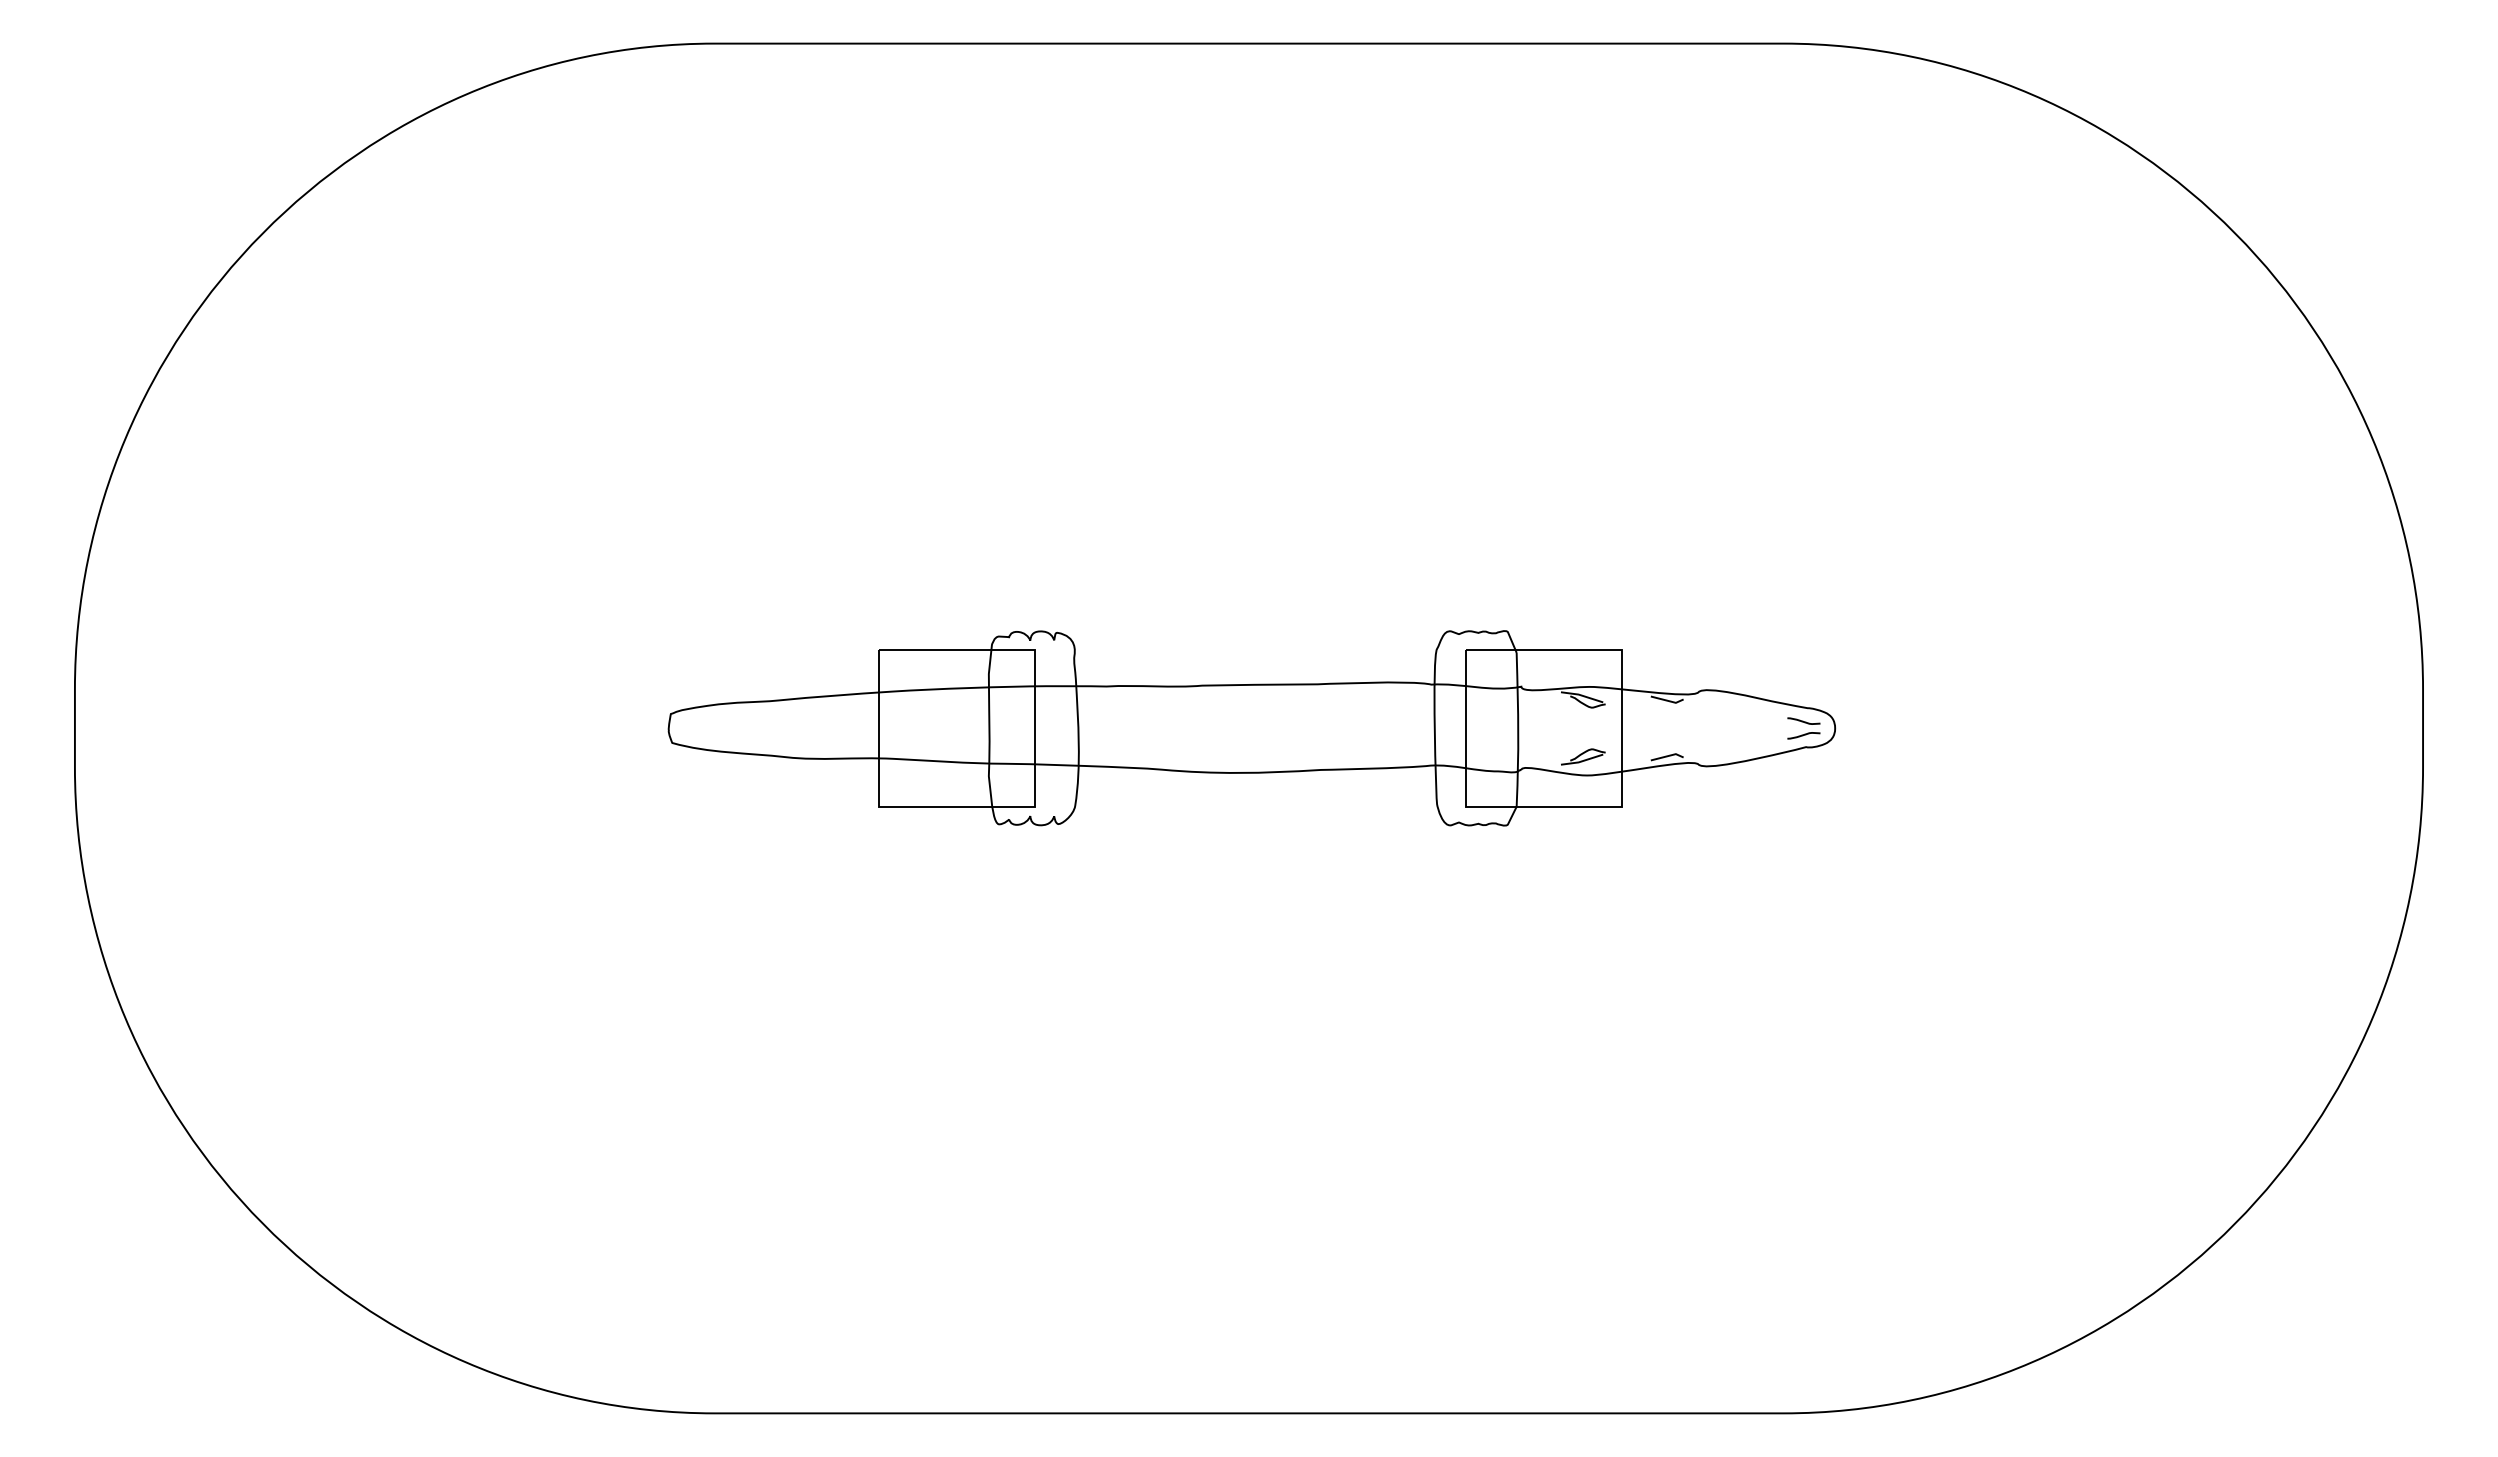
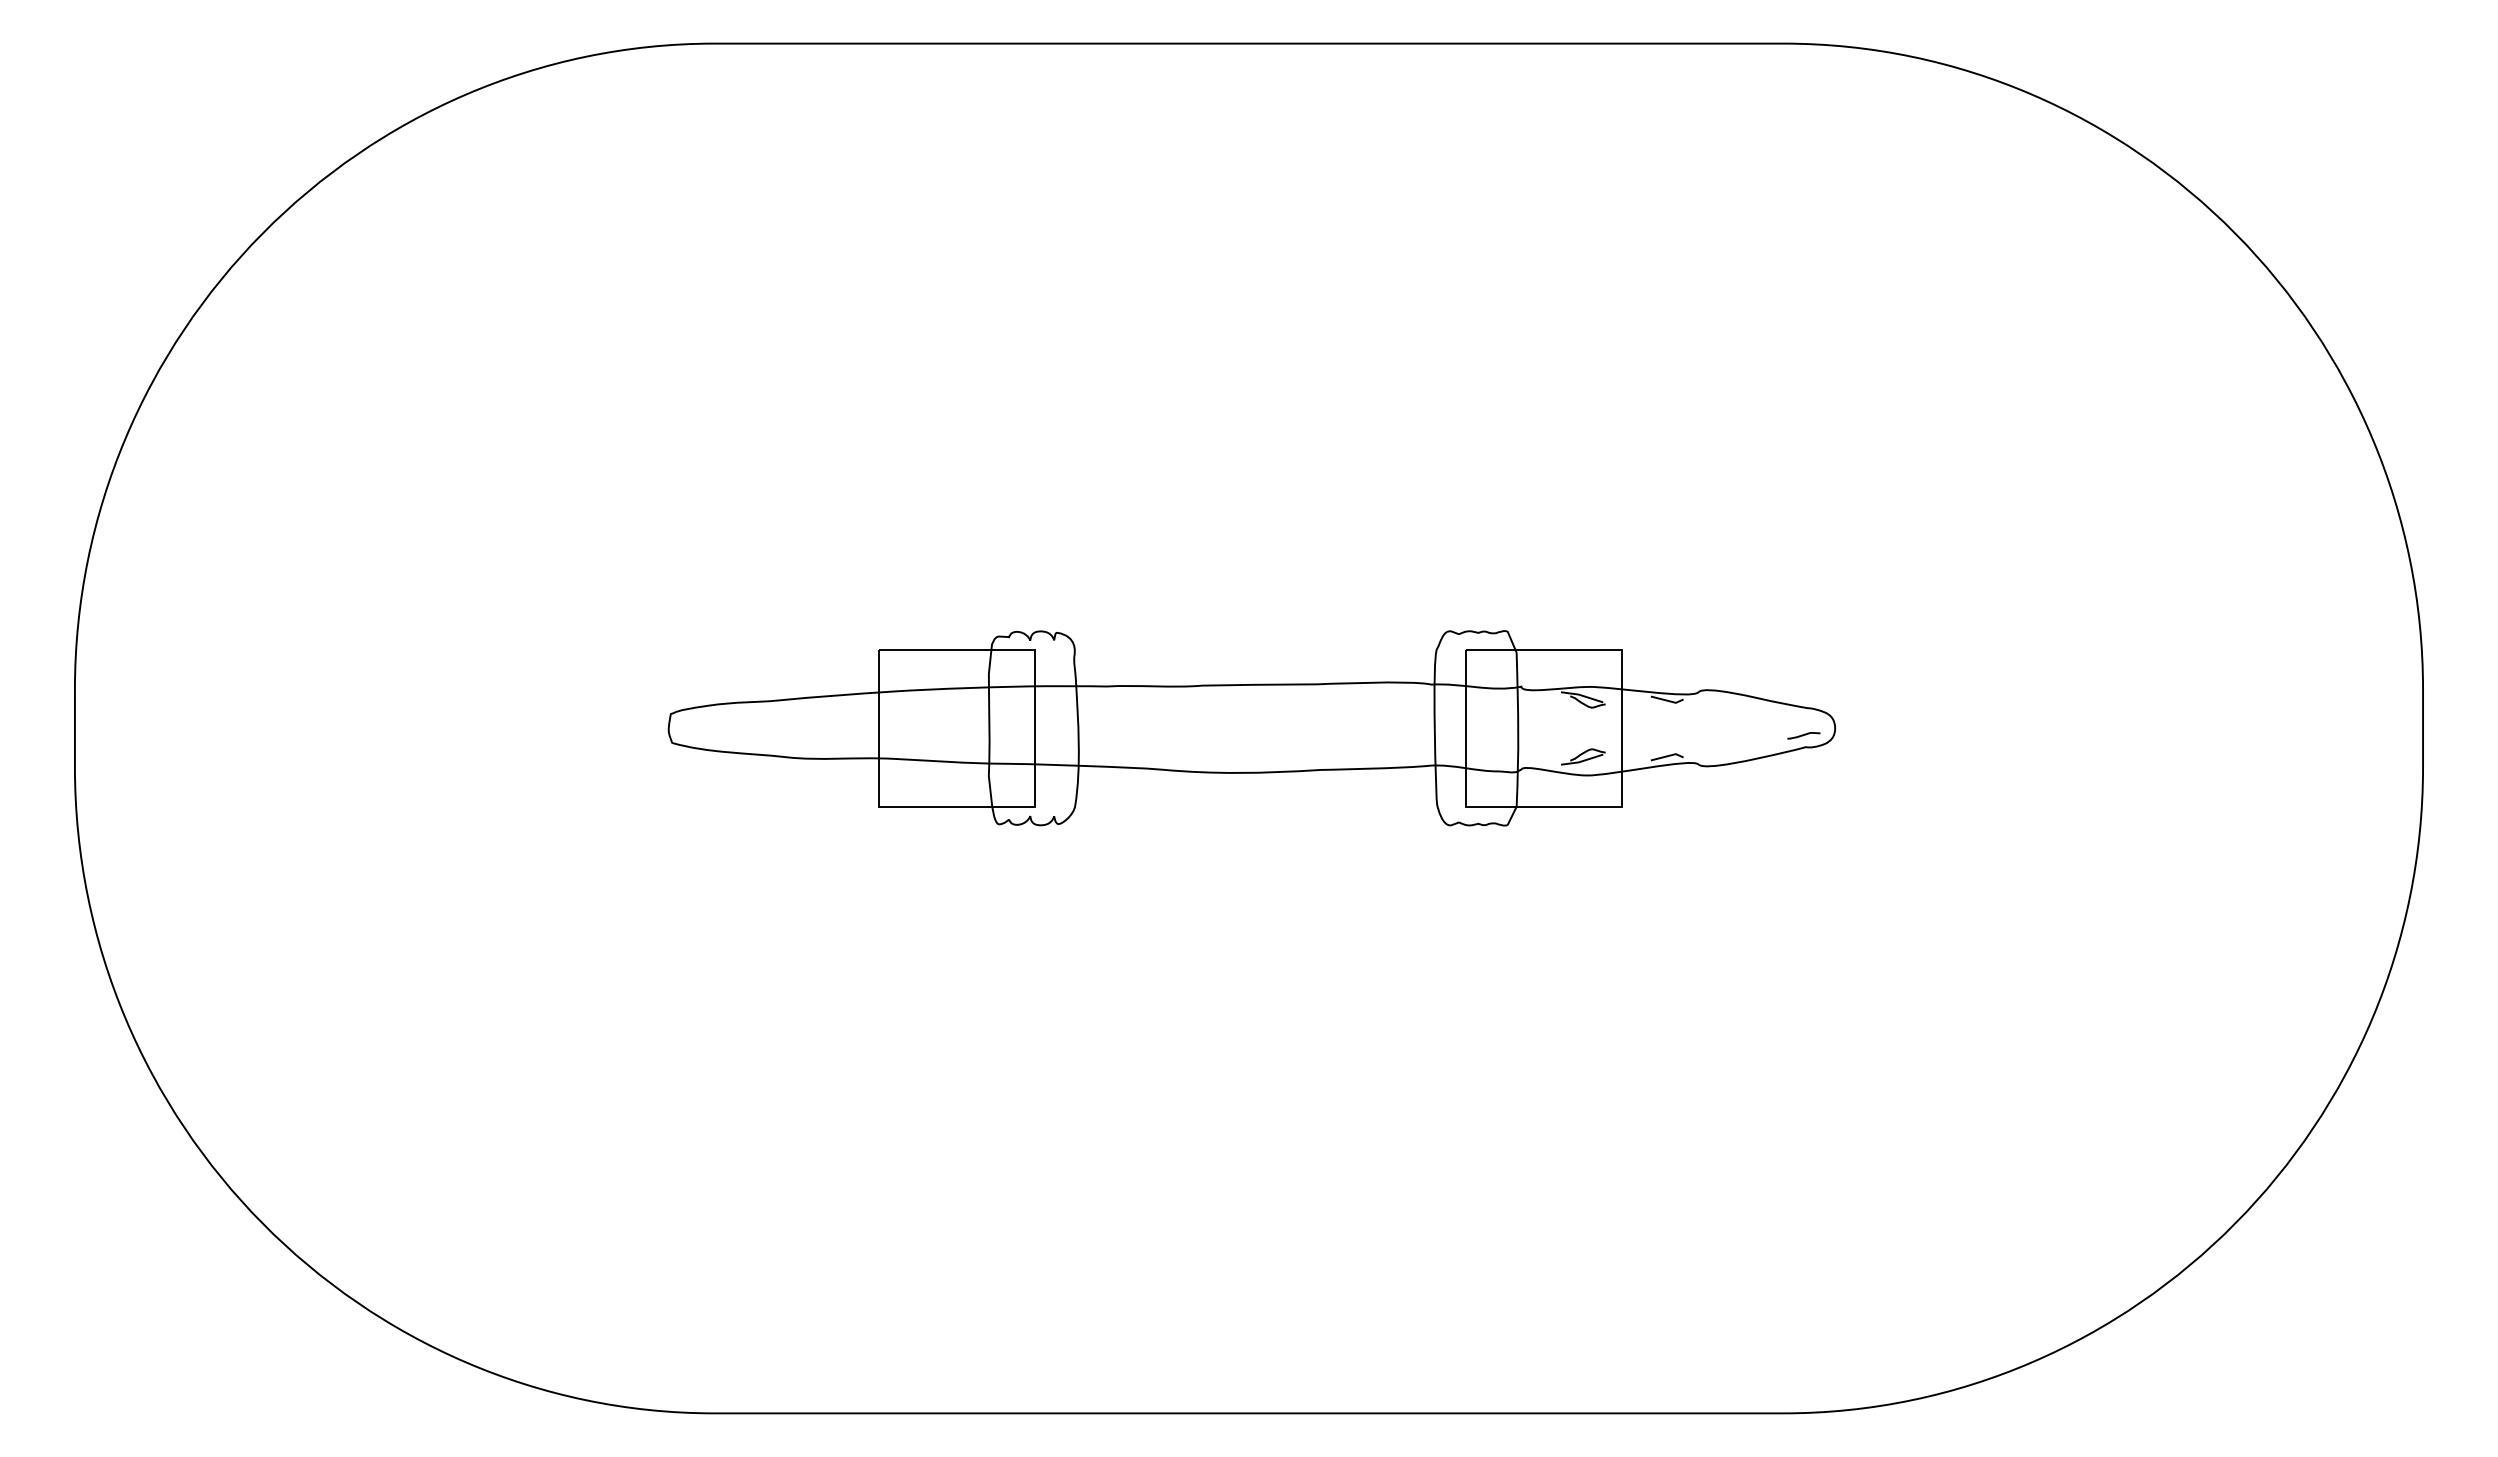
curve at (1803, 720): present -> none
